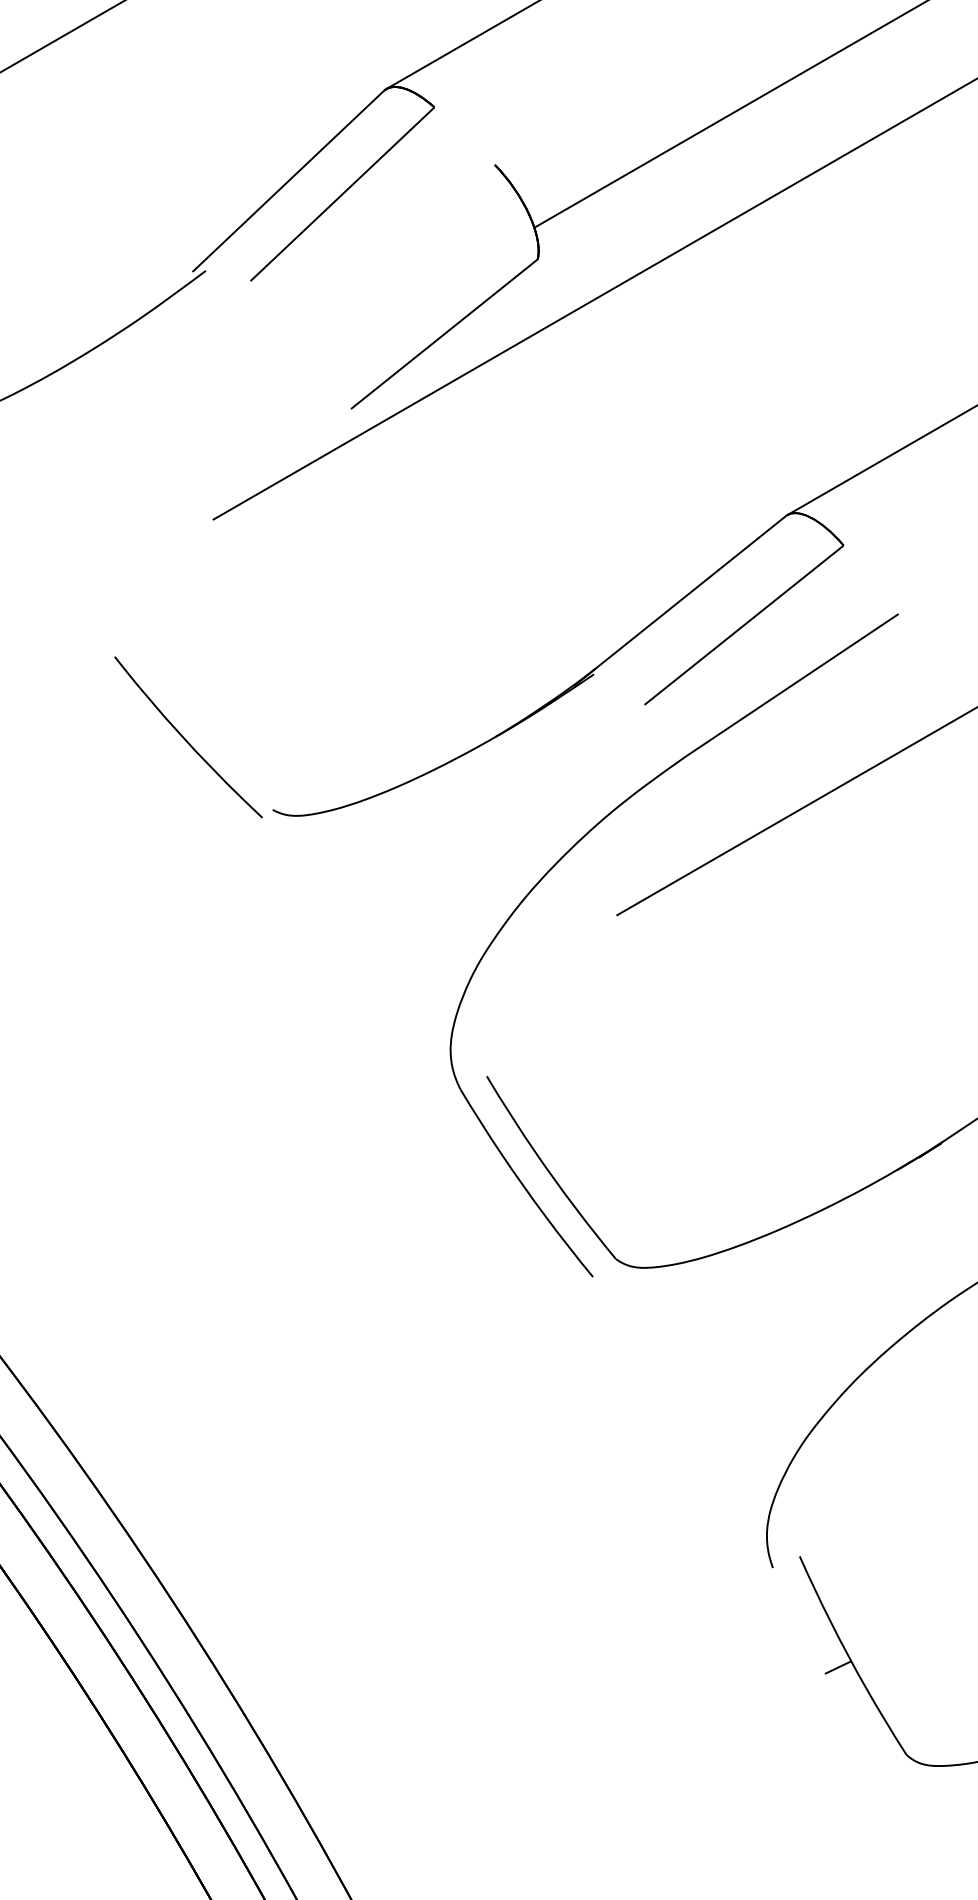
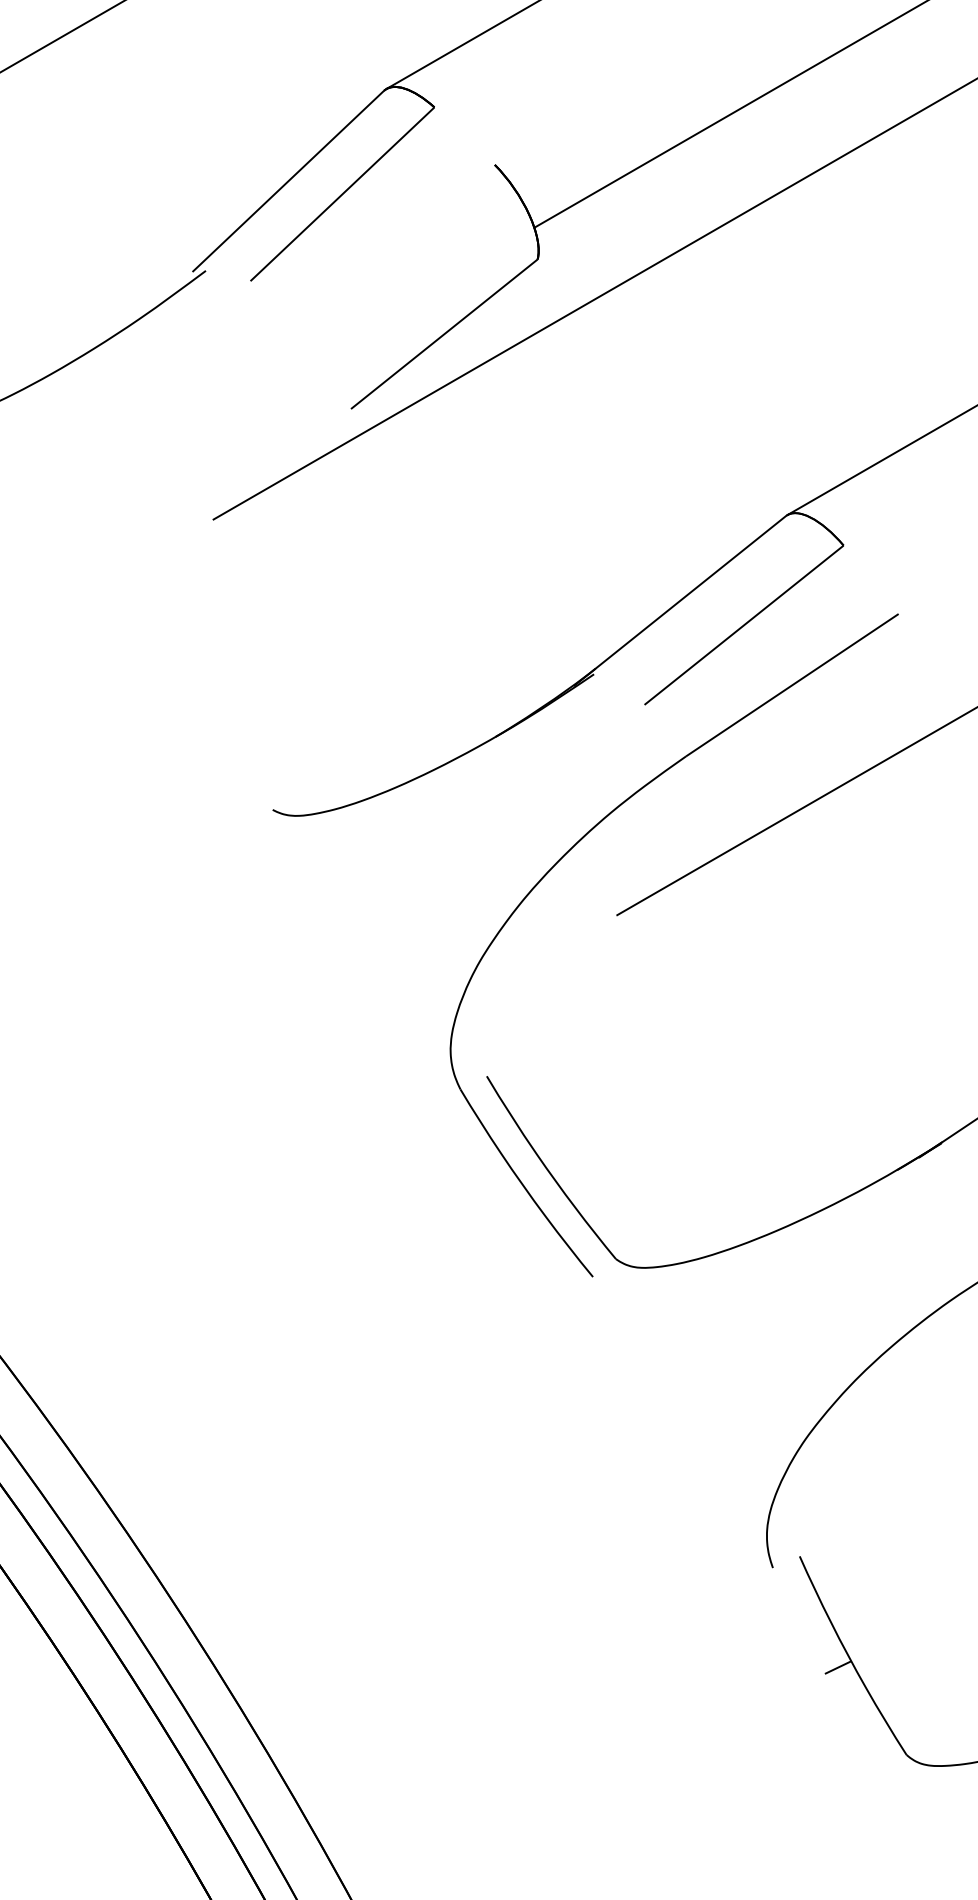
curve at (186, 739): present -> none
